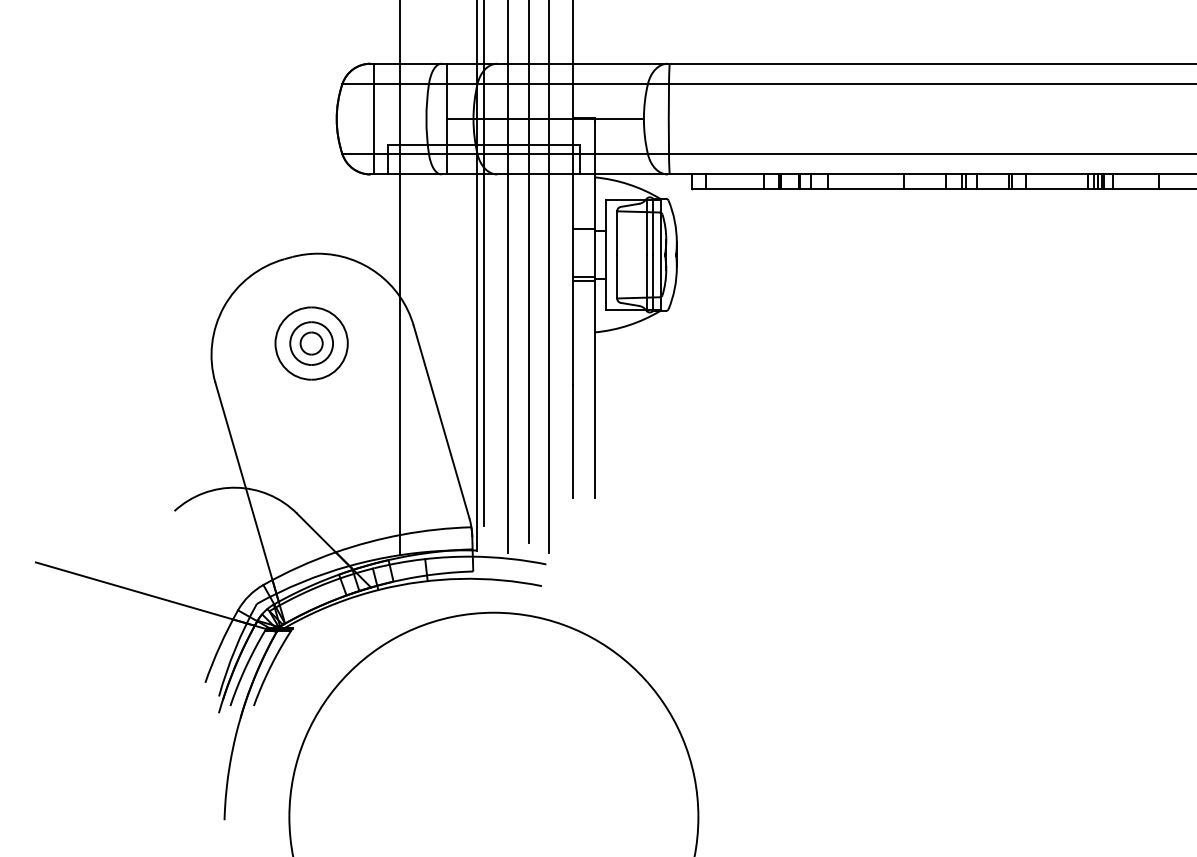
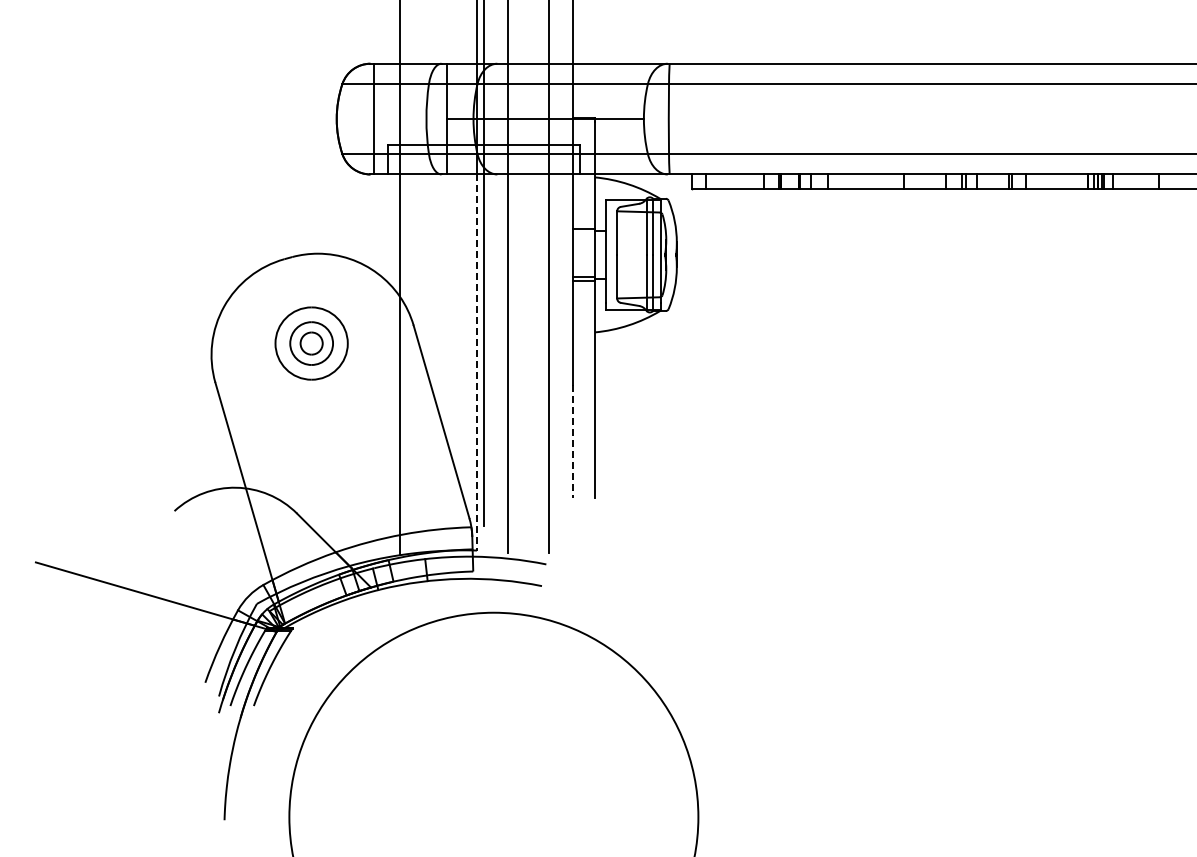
line at (528, 272): present -> none
line at (476, 363): solid -> dashed
line at (572, 441): solid -> dashed
